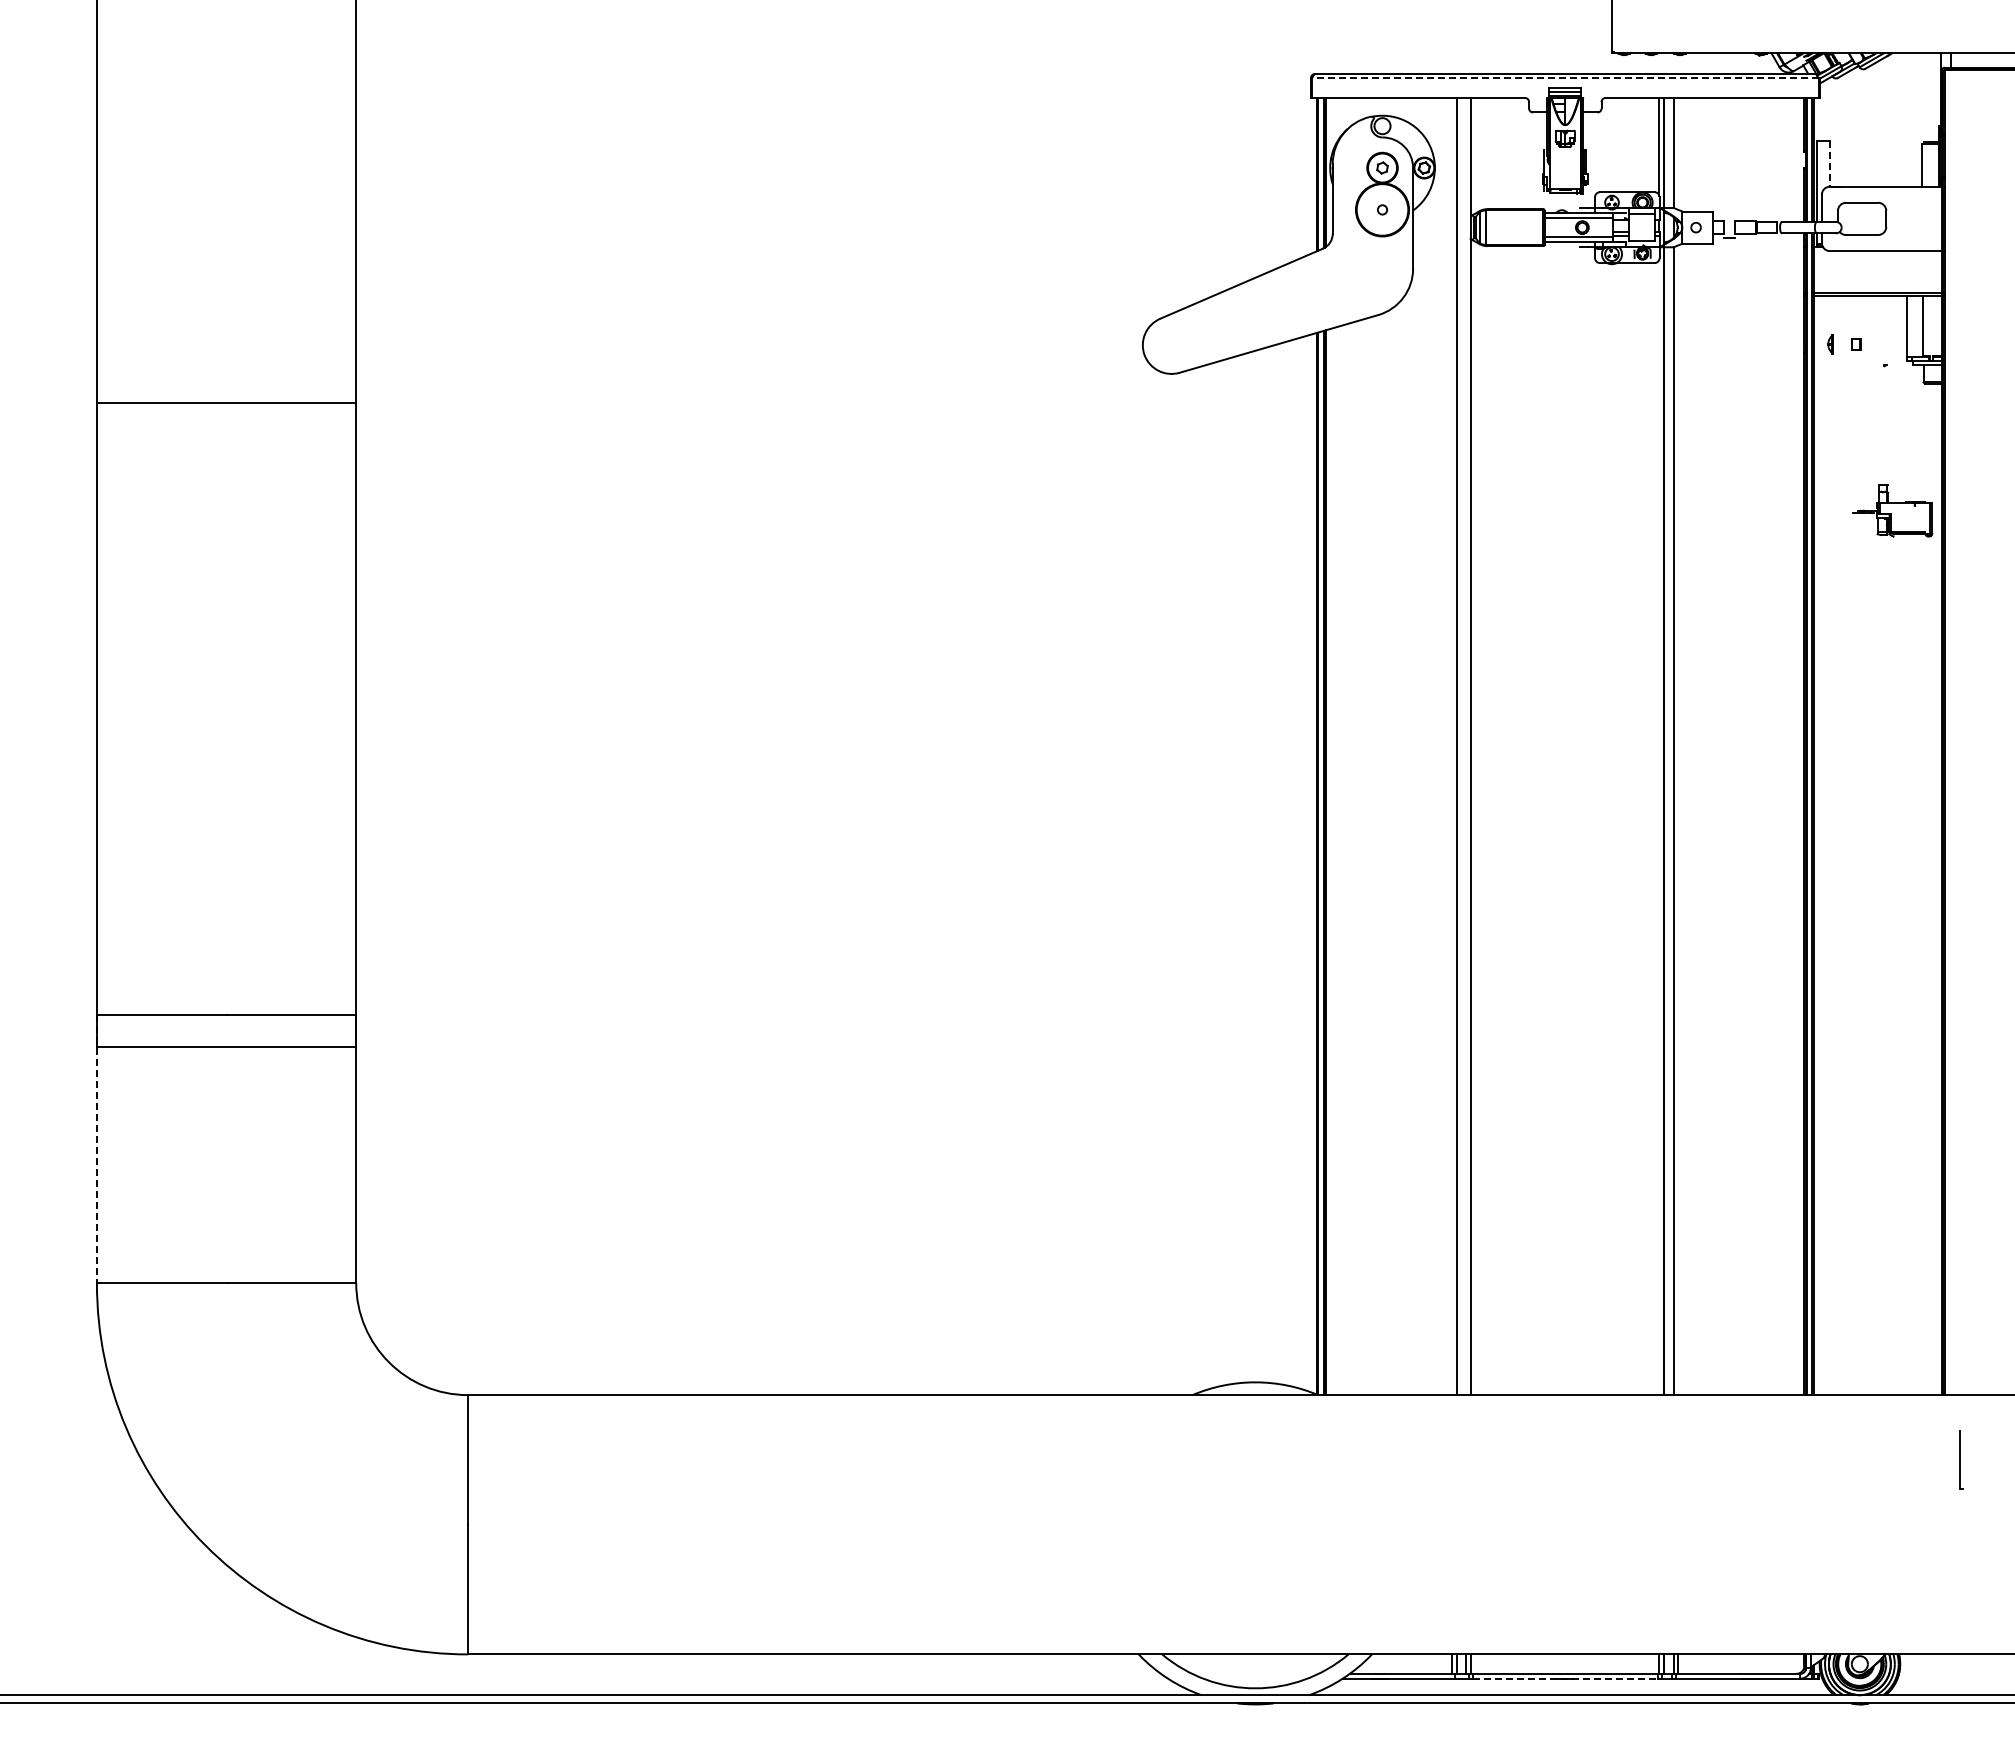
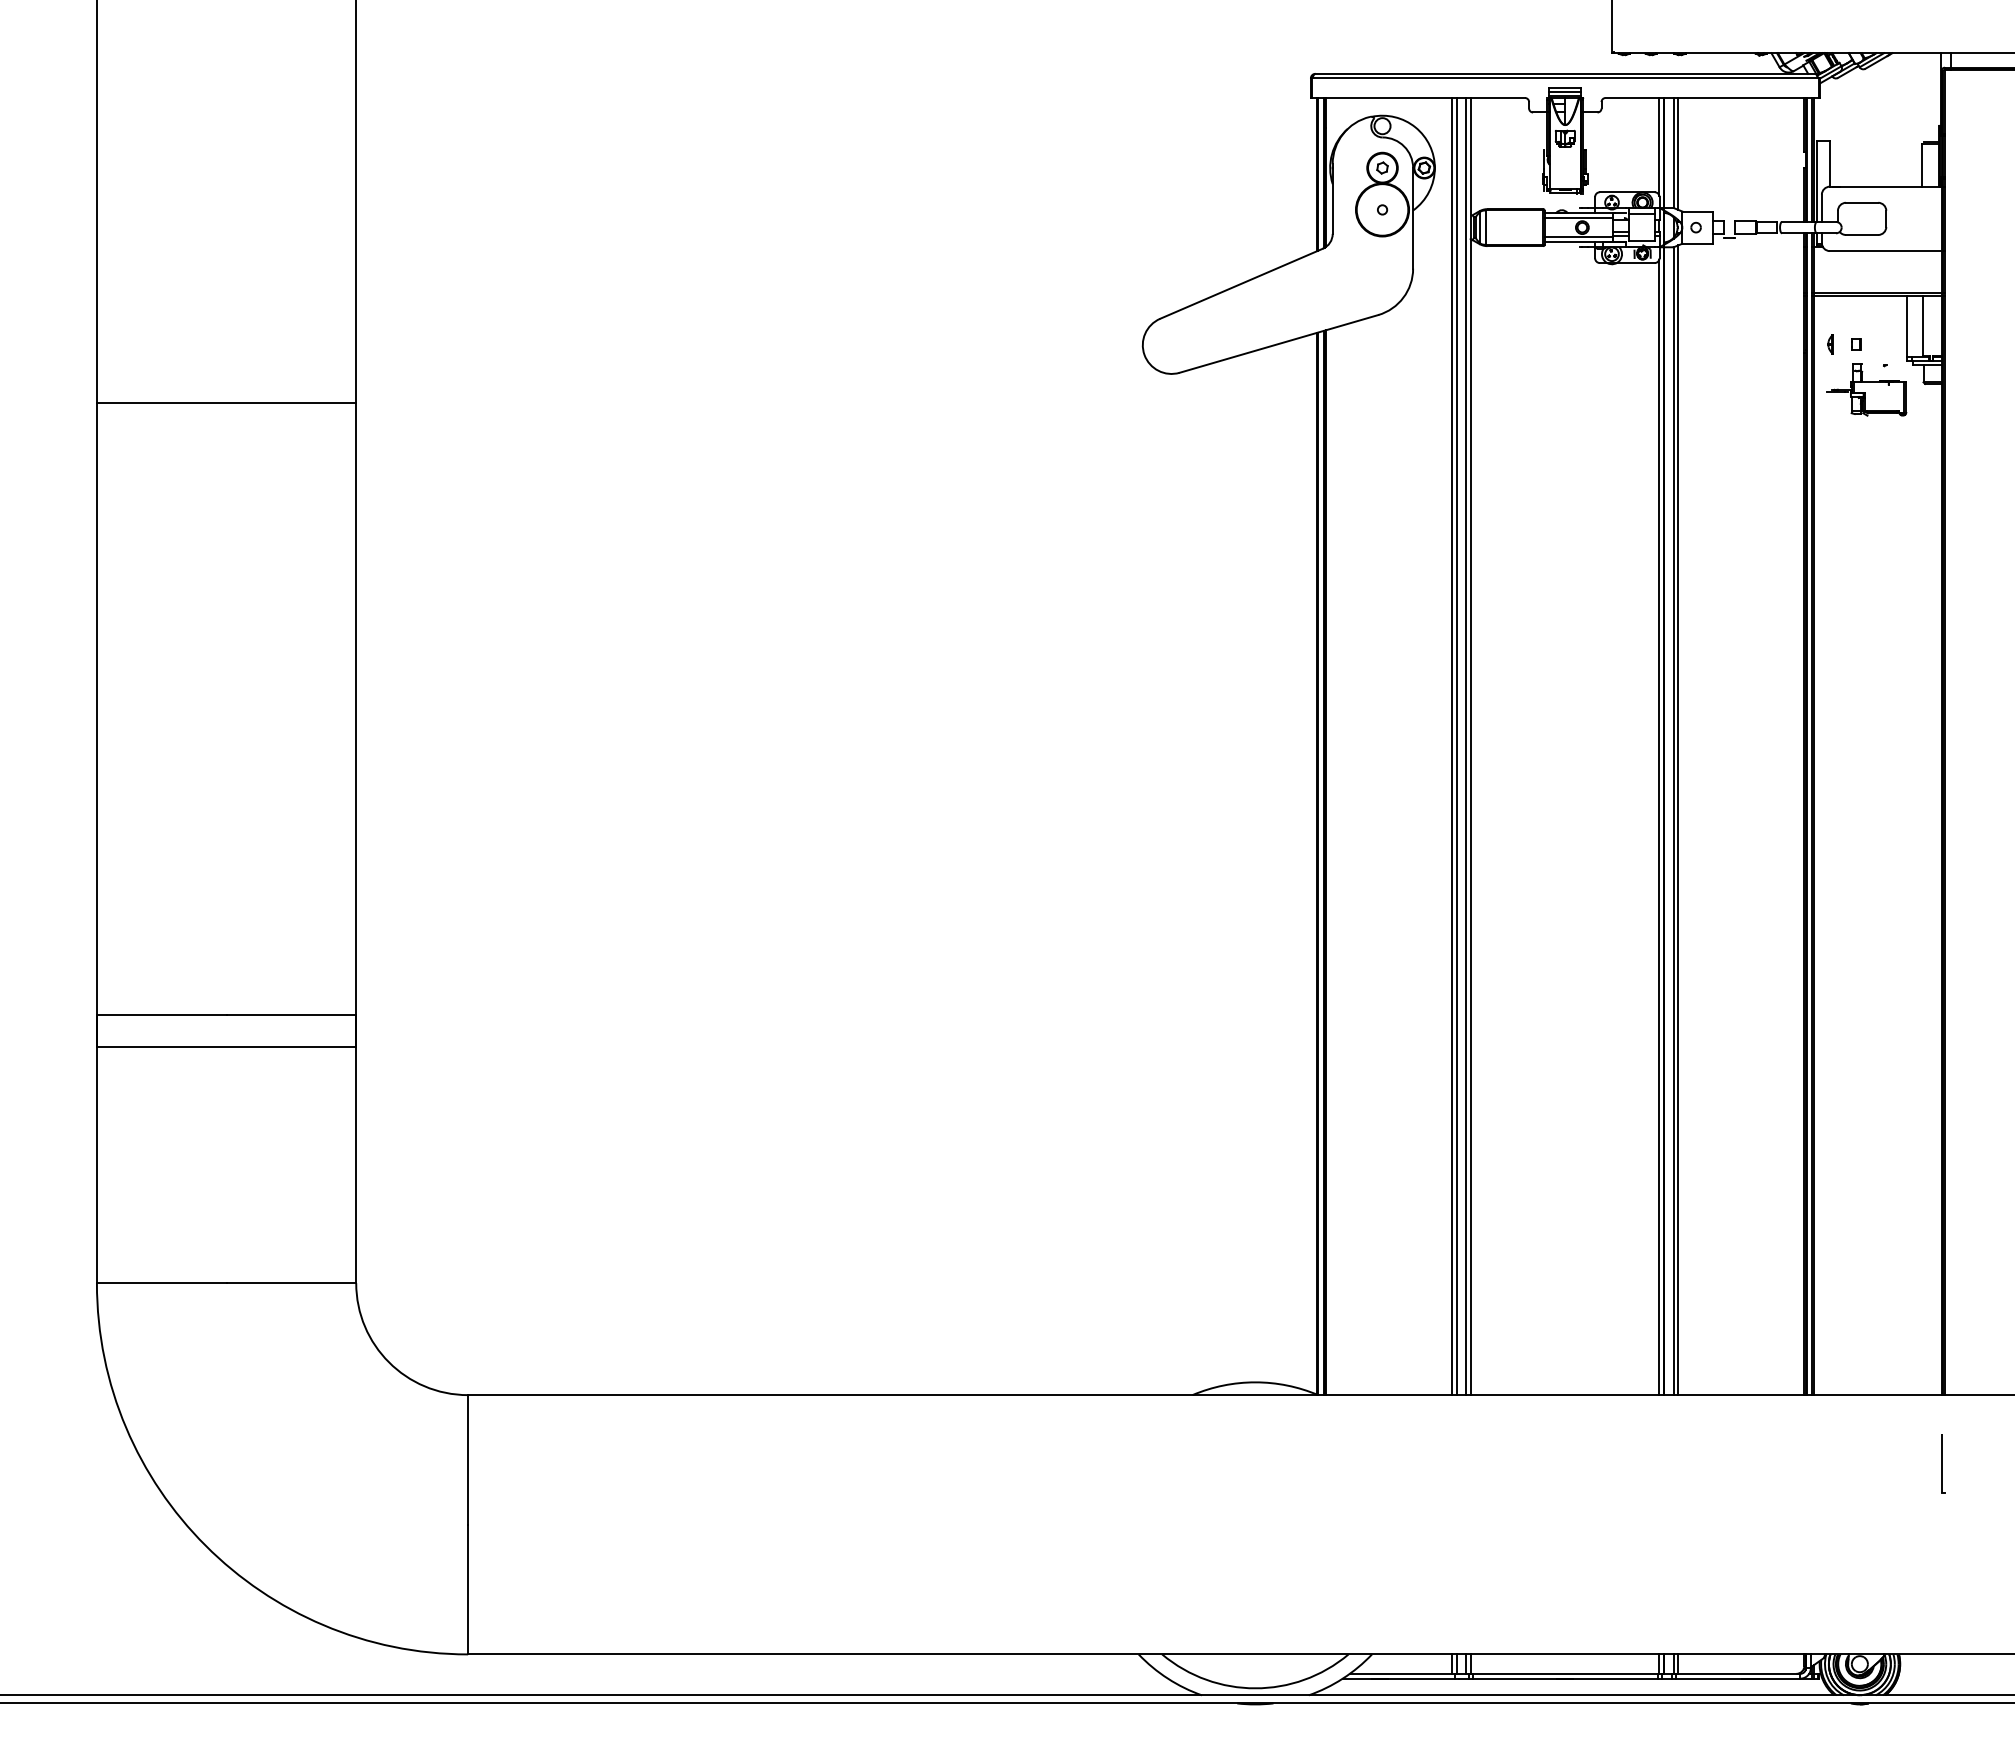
line at (1564, 78): dashed -> solid
line at (1678, 153): none -> present
line at (1829, 164): dashed -> solid
part at (1892, 510) position: (1892, 510) -> (1866, 389)
line at (1452, 746): none -> present
line at (1466, 746): none -> present
line at (1678, 820): none -> present
line at (1659, 827): none -> present
line at (96, 1149): dashed -> solid
part at (1961, 1459) position: (1961, 1459) -> (1943, 1463)
line at (1565, 1678): dashed -> solid
